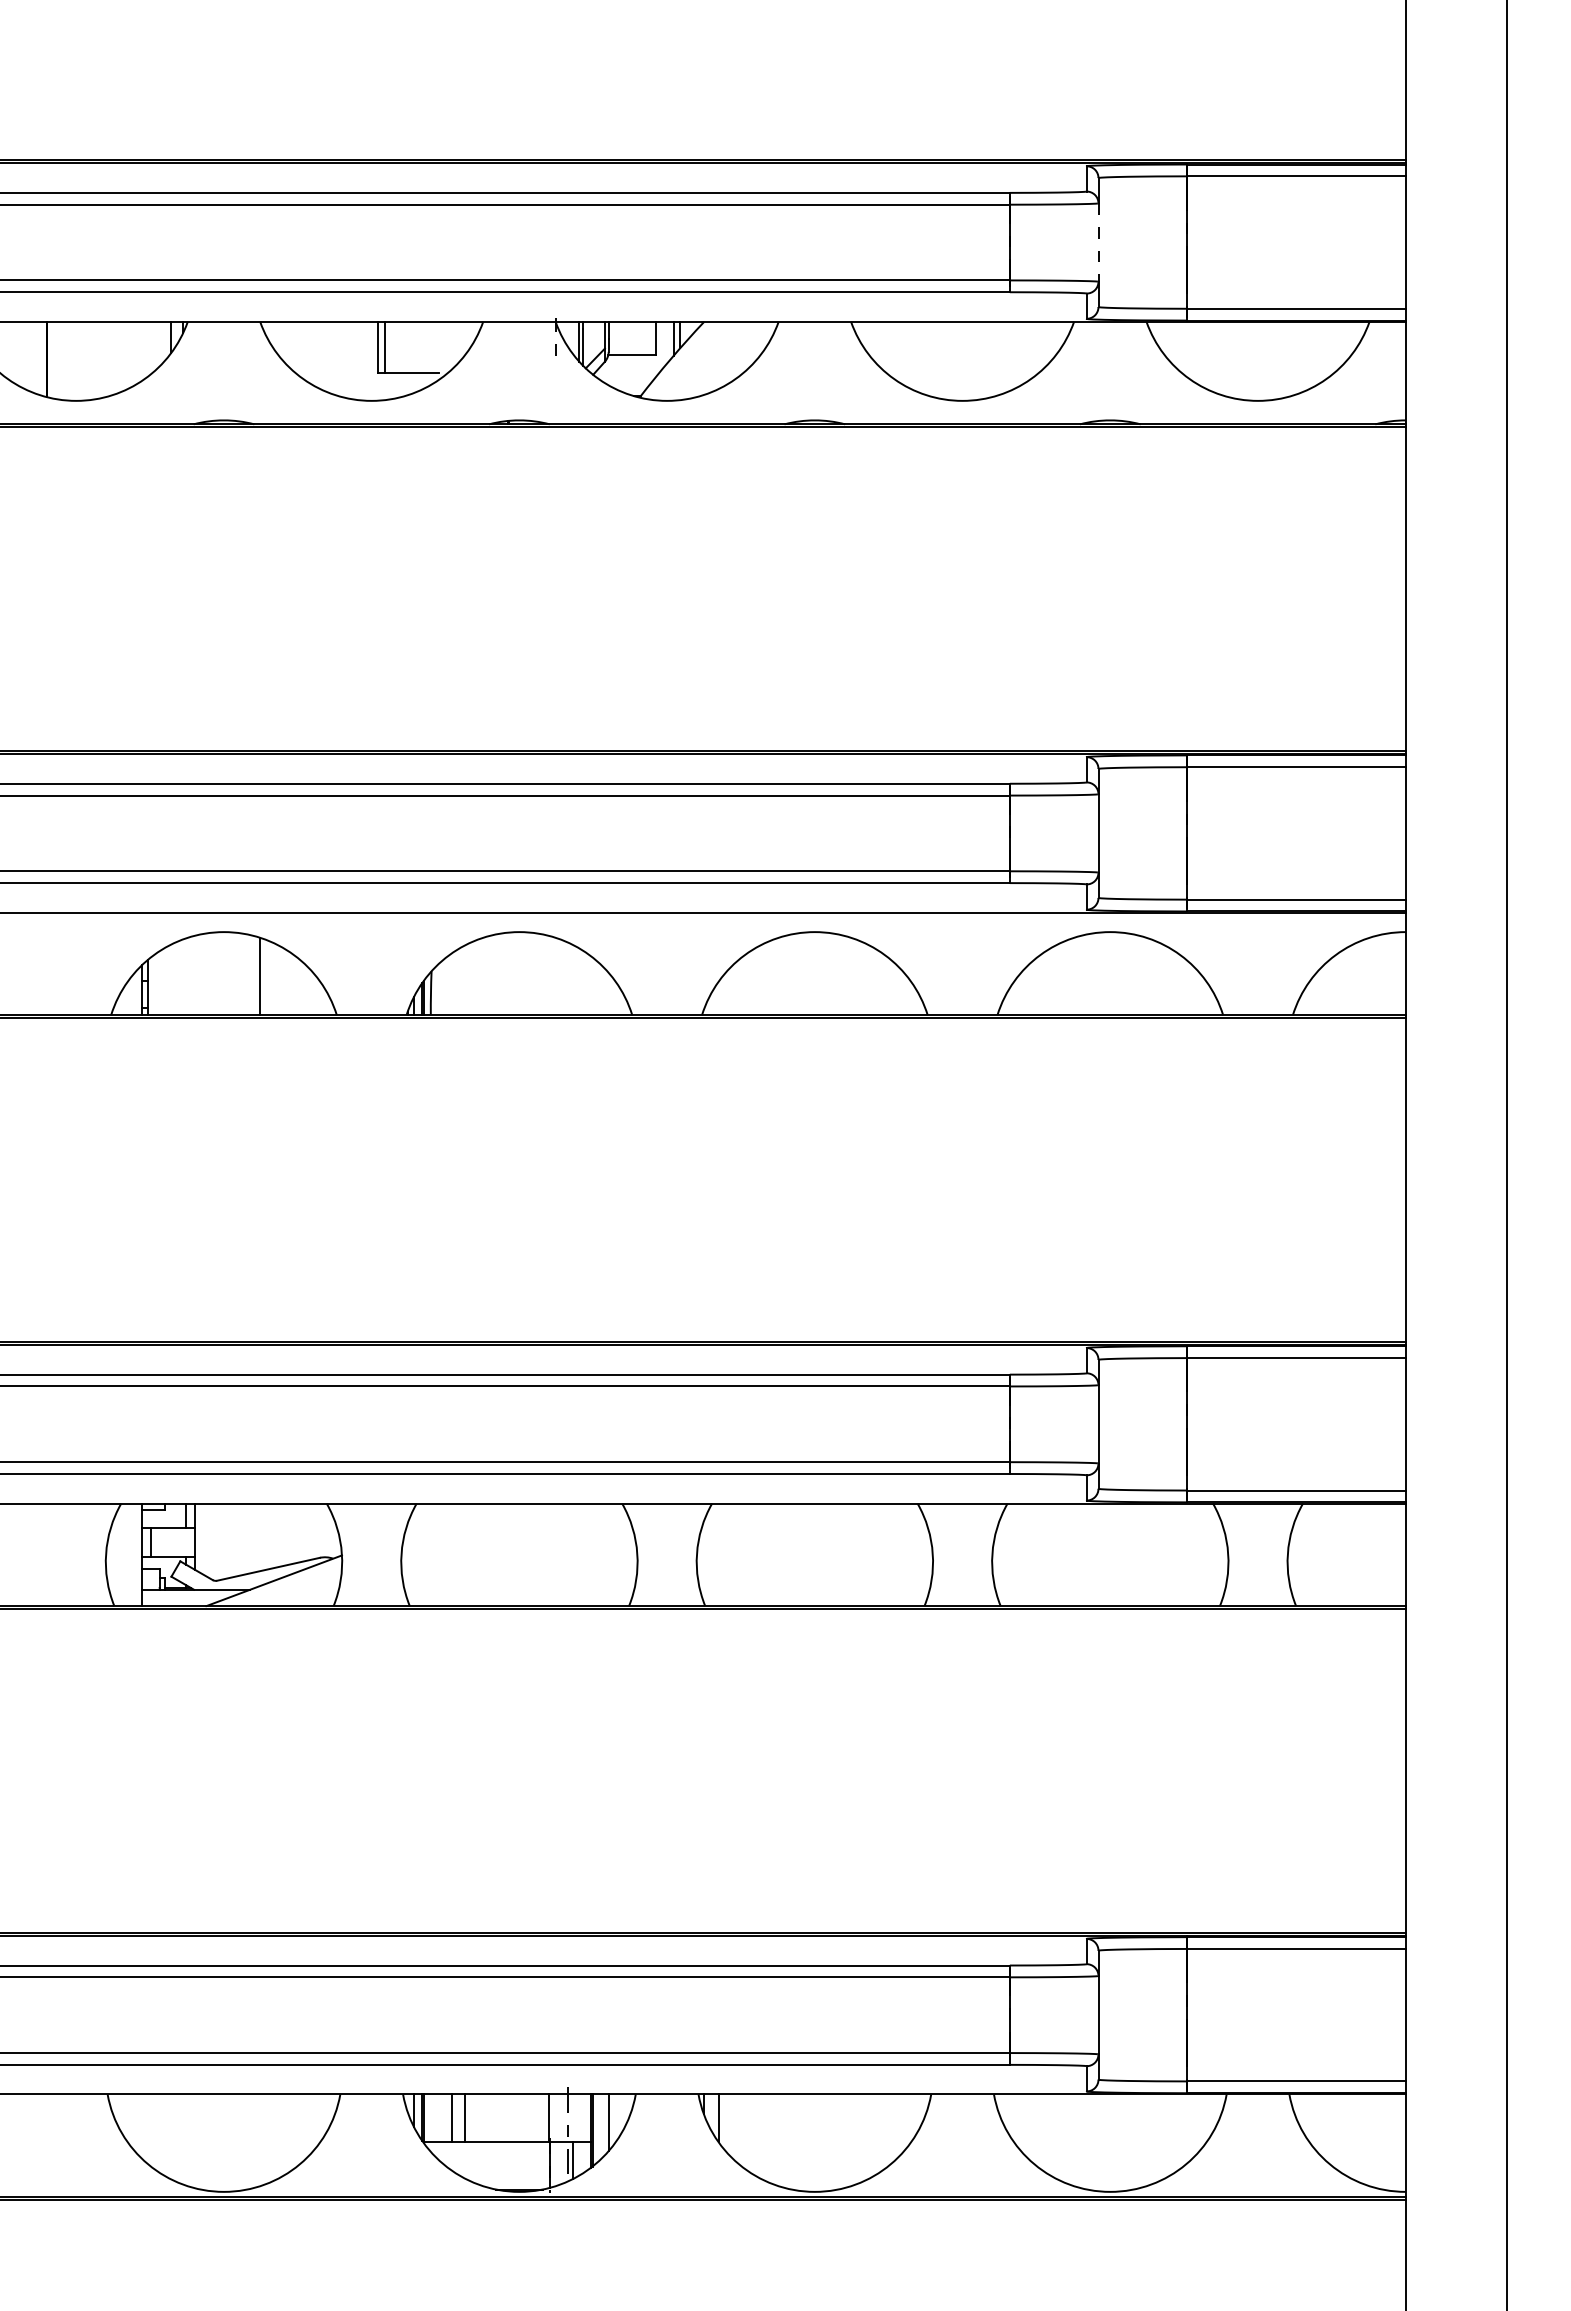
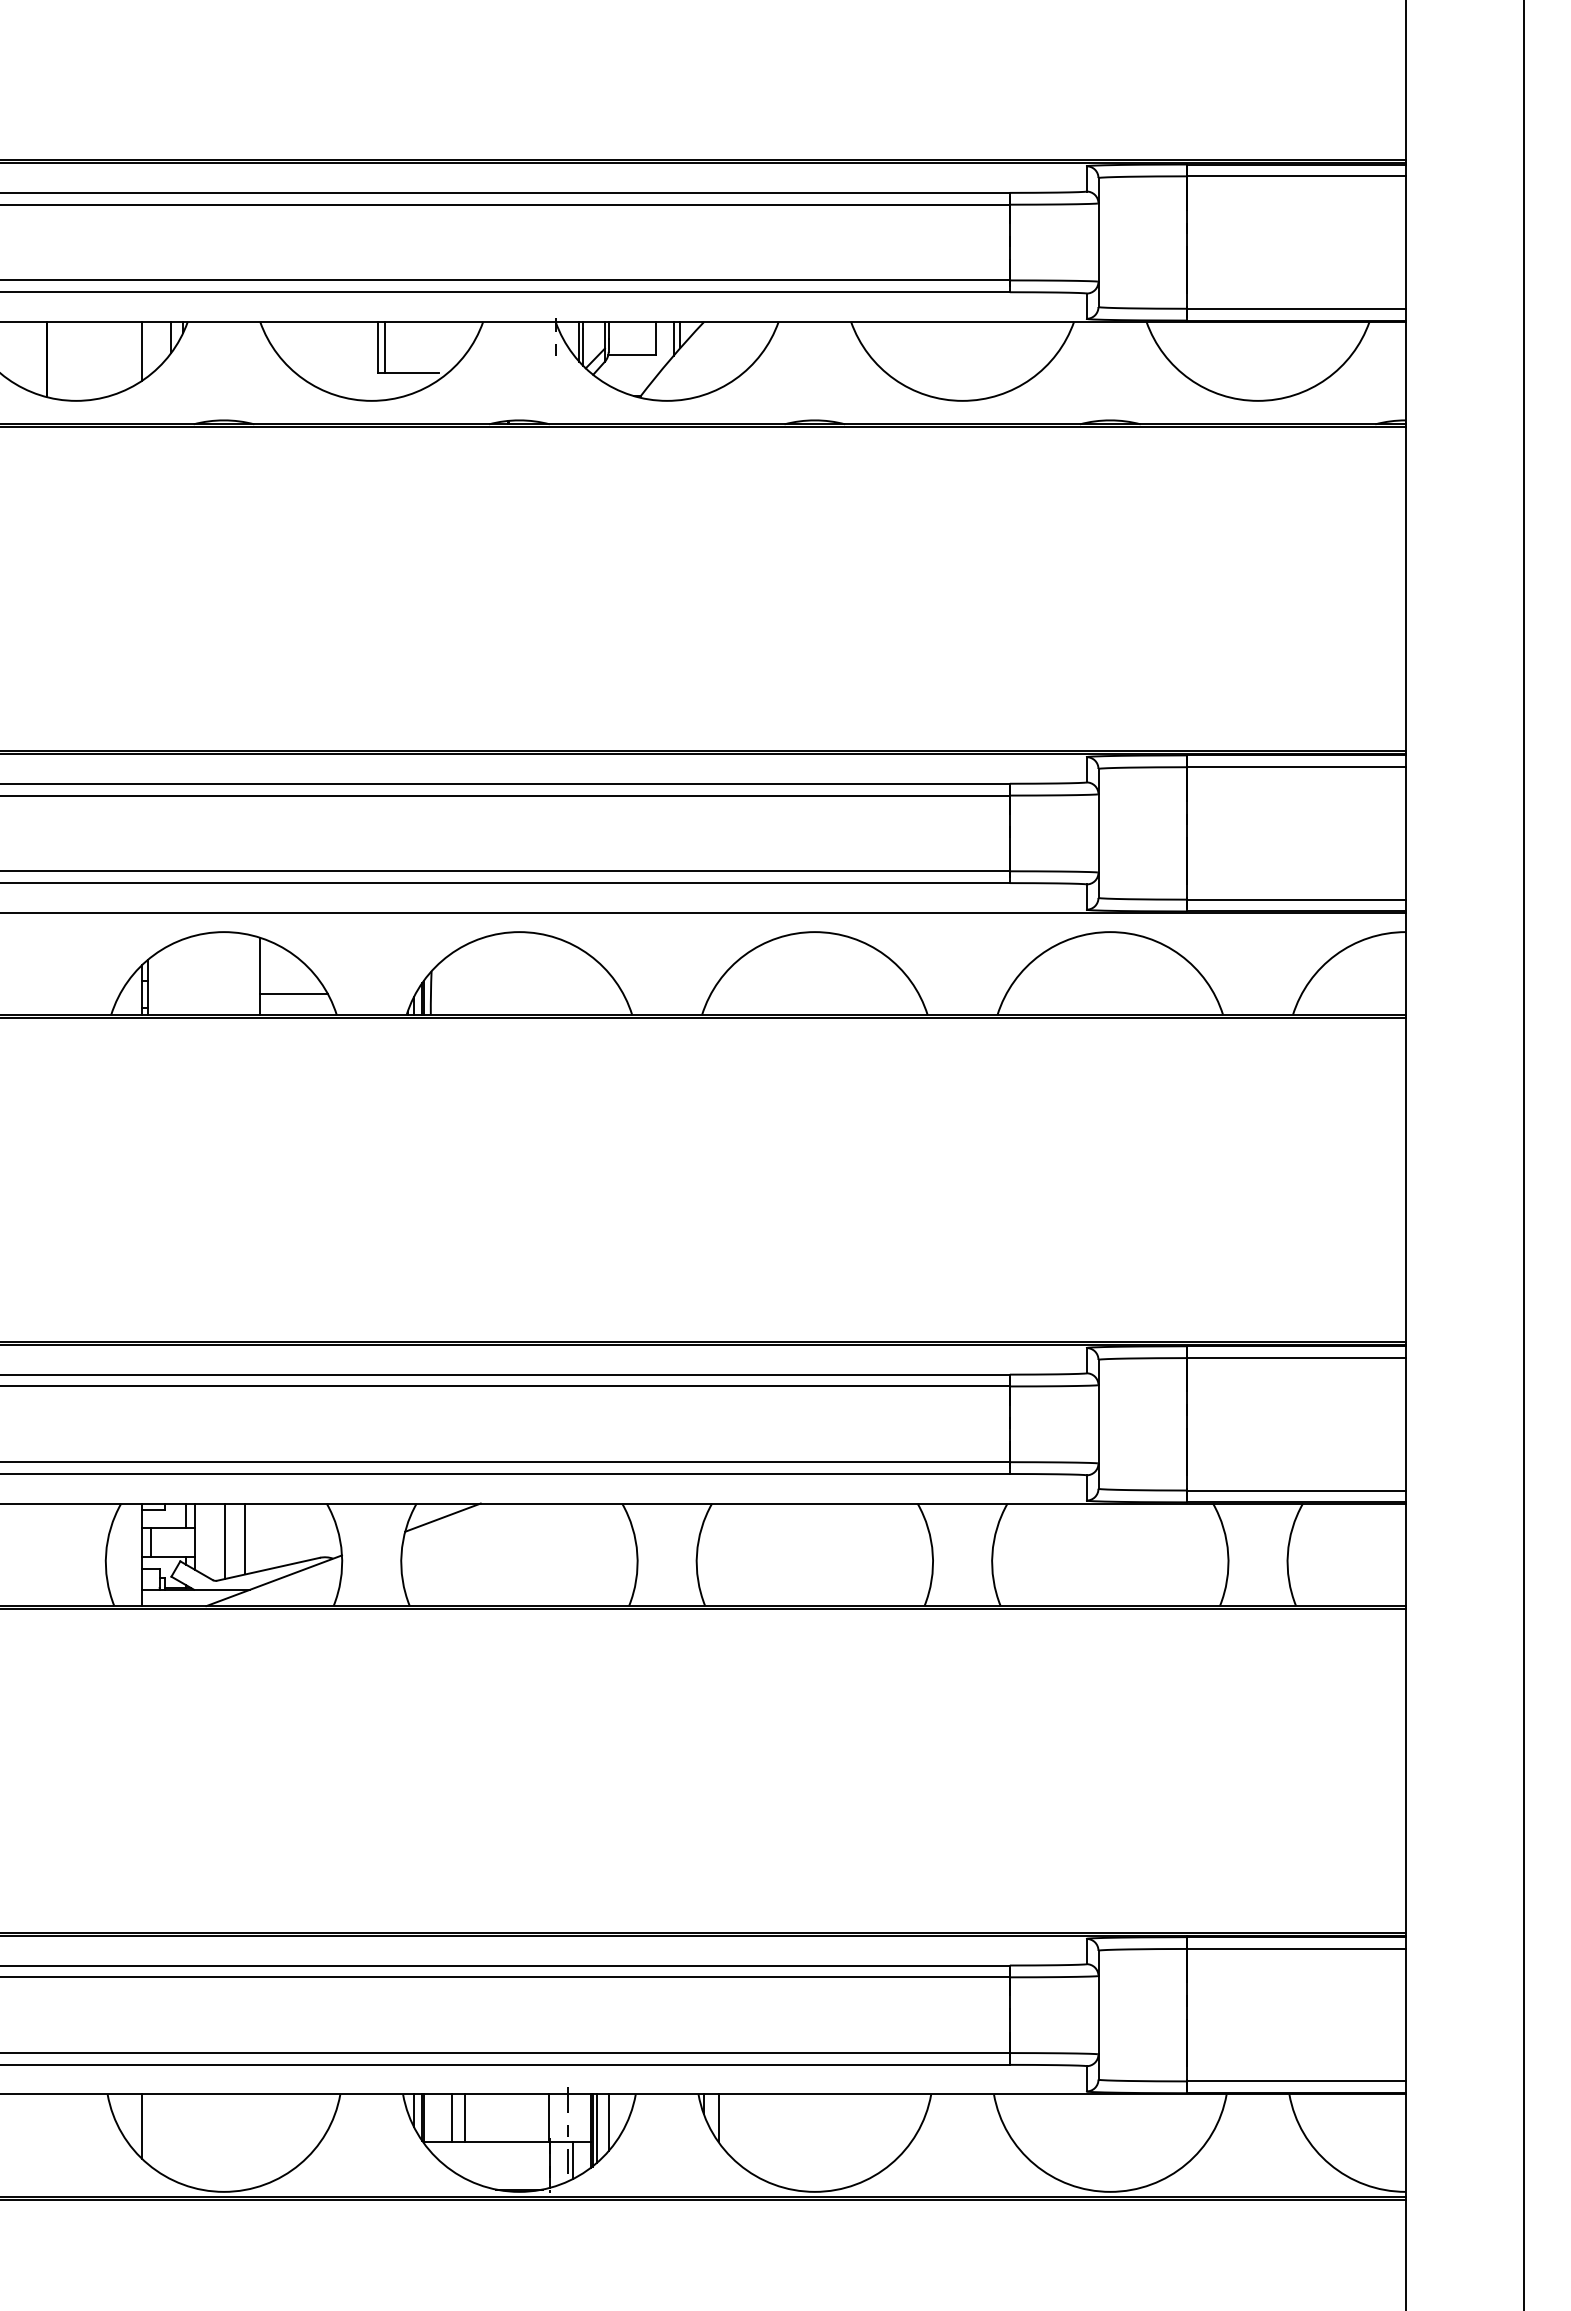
line at (1098, 243): dashed -> solid
line at (141, 350): none -> present
line at (294, 994): none -> present
line at (1506, 1154) position: (1506, 1154) -> (1523, 1154)
line at (442, 1517): none -> present
line at (245, 1538): none -> present
line at (224, 1541): none -> present
line at (141, 2126): none -> present
line at (596, 2128): none -> present
